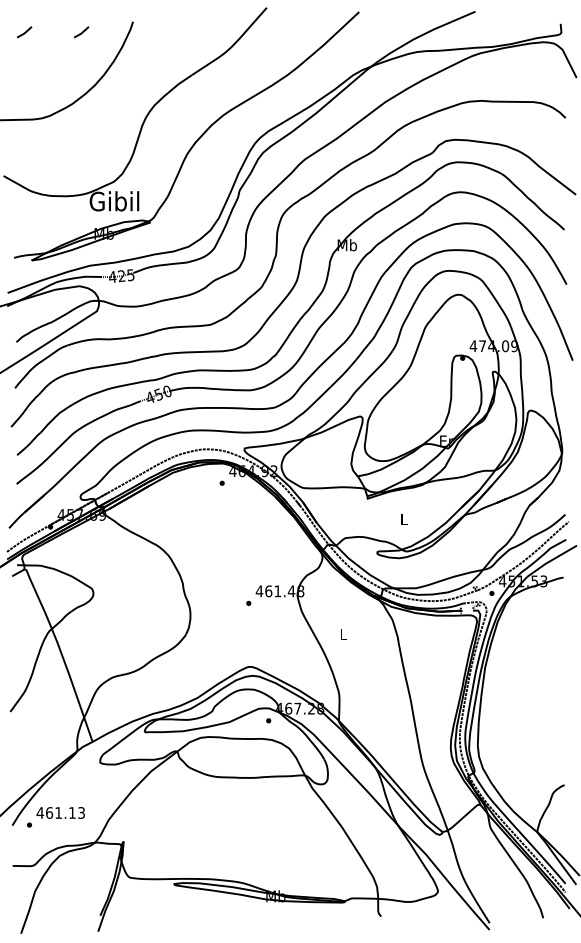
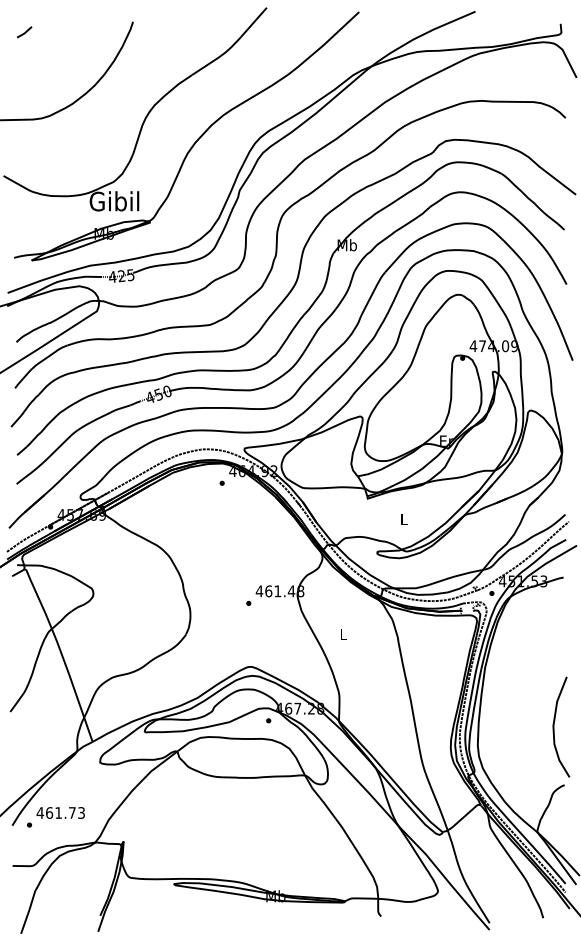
line at (81, 32): present -> none
curve at (554, 726): none -> present
text at (72, 812): 461.13 -> 461.73
